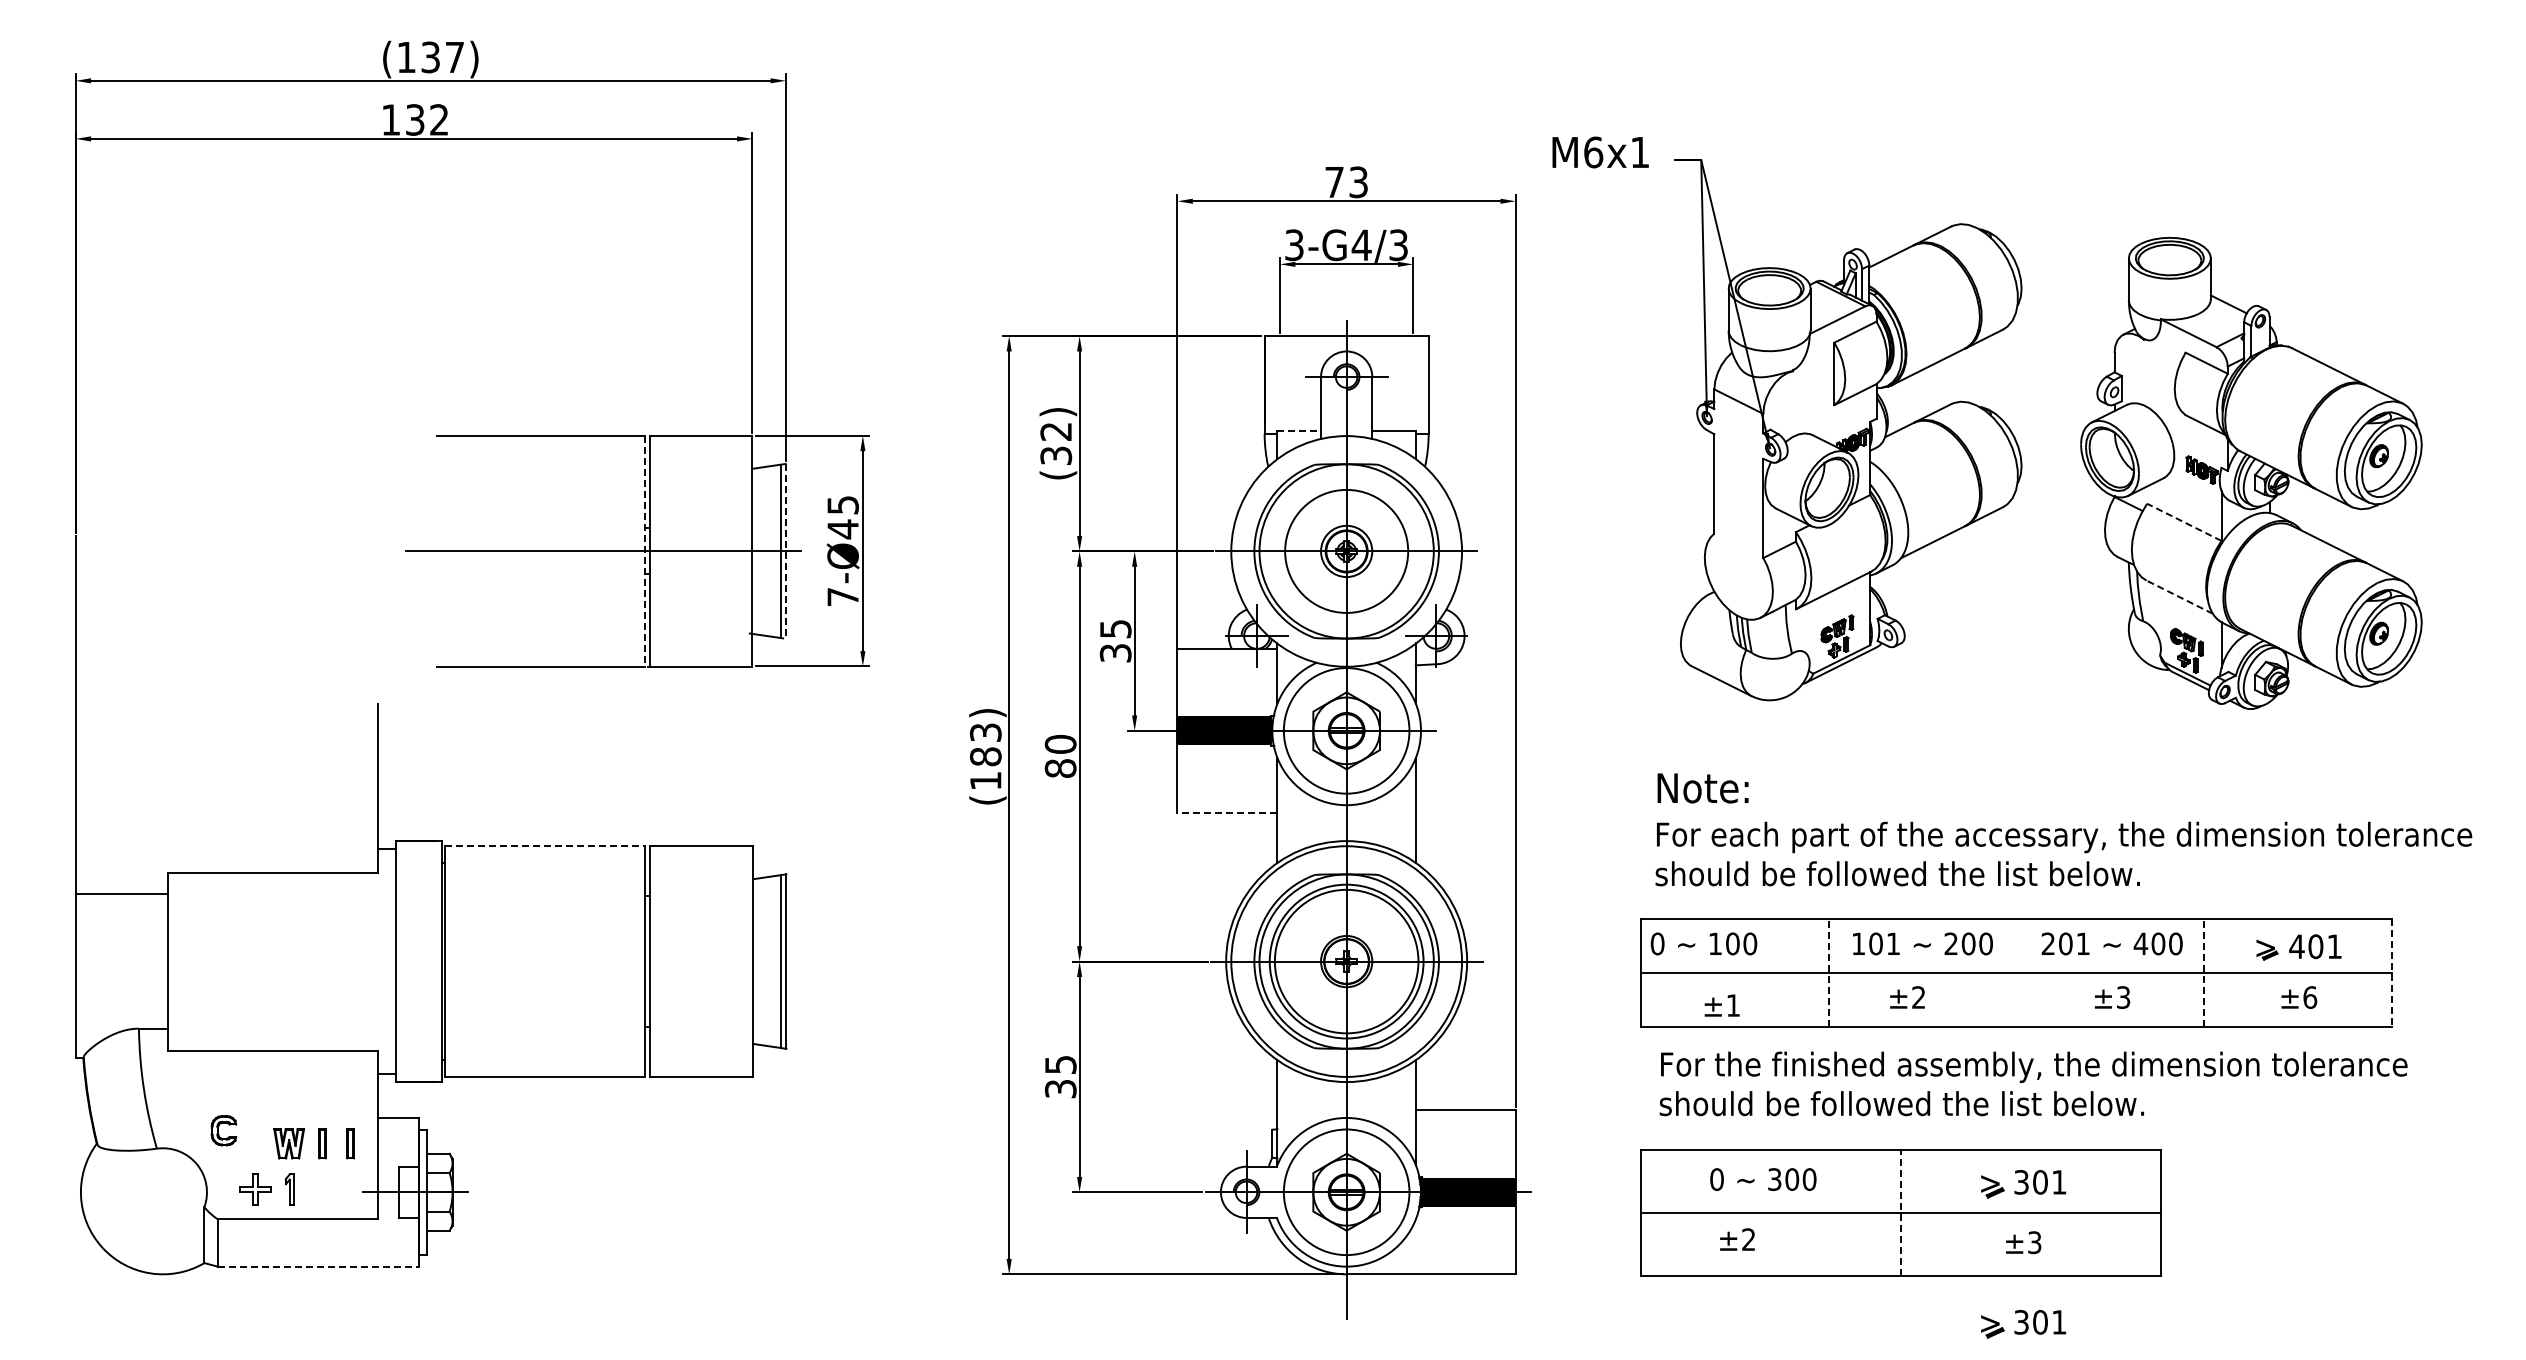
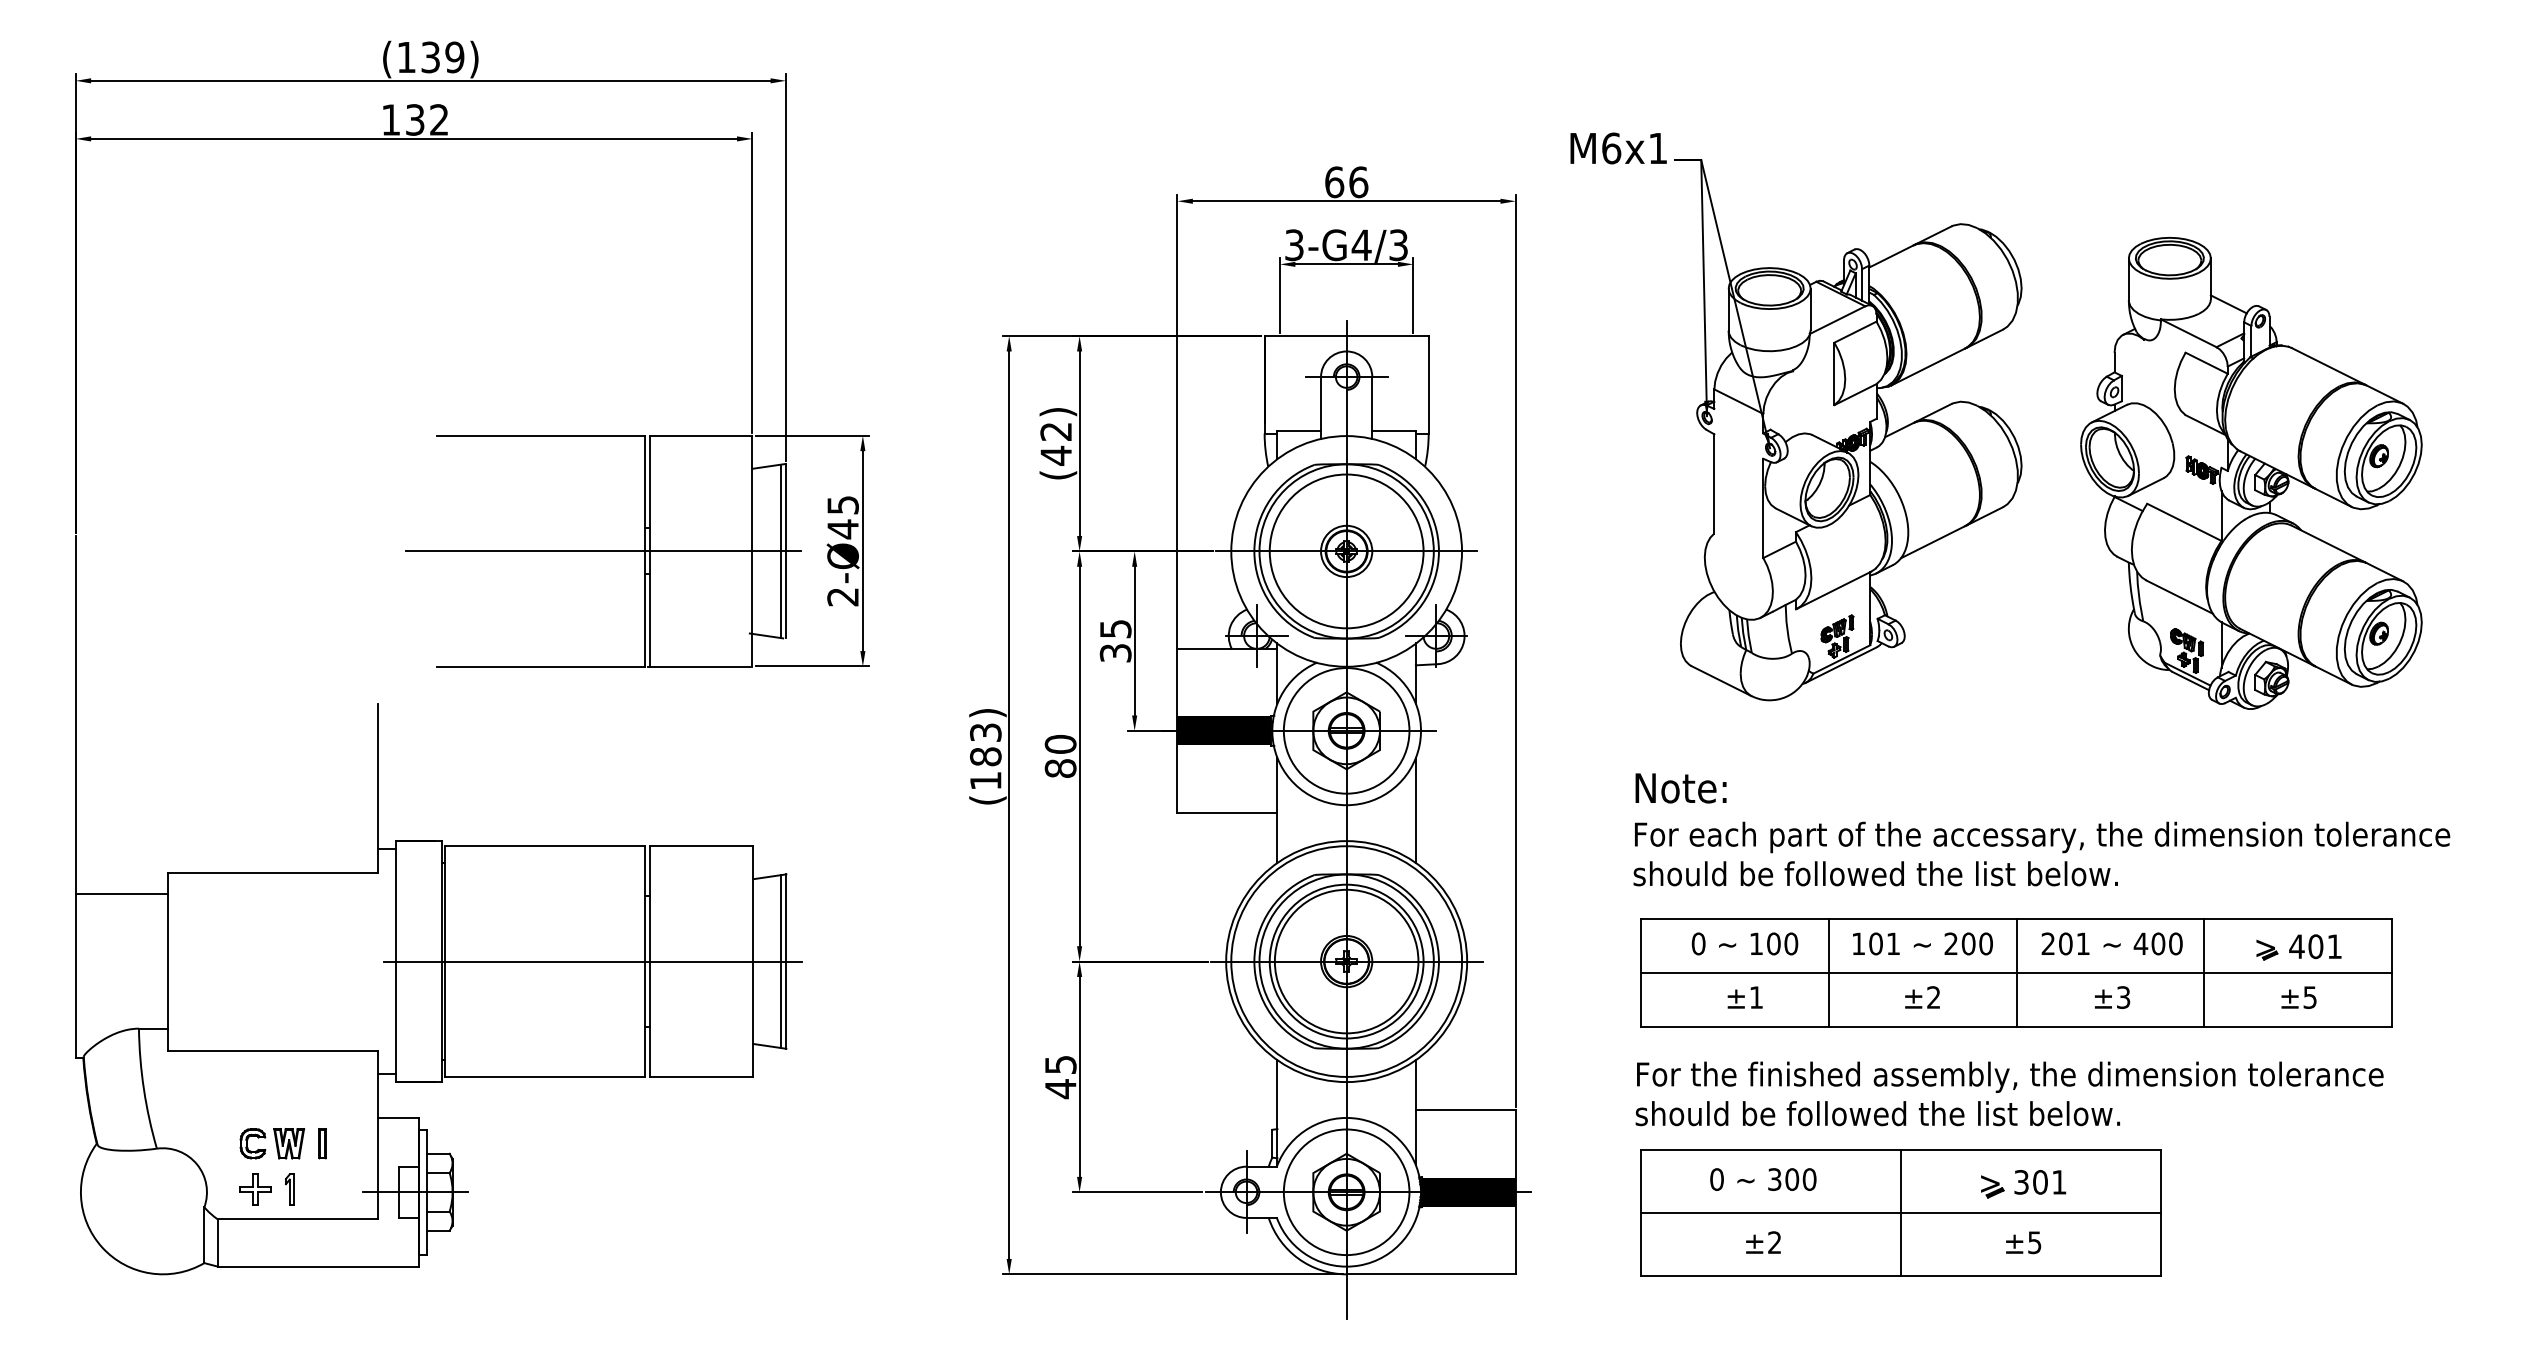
text at (454, 57): (137) -> (139)
text at (1600, 152) position: (1600, 152) -> (1618, 148)
text at (1346, 182): 73 -> 66
line at (1299, 430): dashed -> solid
text at (1056, 455): (32) -> (42)
line at (2184, 522): dashed -> solid
circle at (1346, 550) diameter: 123 px -> 154 px
line at (645, 551): dashed -> solid
line at (785, 551): dashed -> solid
line at (2179, 596): dashed -> solid
text at (842, 597): 7-Ø45 -> 2-Ø45
line at (1227, 812): dashed -> solid
text at (2063, 829) position: (2063, 829) -> (2041, 829)
line at (545, 846): dashed -> solid
text at (1703, 943) position: (1703, 943) -> (1744, 943)
line at (592, 961): none -> present
line at (2016, 972): none -> present
line at (1828, 973): dashed -> solid
line at (2204, 973): dashed -> solid
line at (2391, 973): dashed -> solid
text at (1907, 997) position: (1907, 997) -> (1922, 997)
text at (2310, 997): ±6 -> ±5
text at (1721, 1005) position: (1721, 1005) -> (1744, 997)
text at (2033, 1083) position: (2033, 1083) -> (2009, 1093)
text at (1060, 1089): 35 -> 45
part at (223, 1130) position: (223, 1130) -> (252, 1143)
part at (350, 1143): present -> none
line at (1901, 1212): dashed -> solid
text at (1737, 1239) position: (1737, 1239) -> (1763, 1242)
text at (2034, 1242): ±3 -> ±5
line at (318, 1266): dashed -> solid
part at (2023, 1324): present -> none
